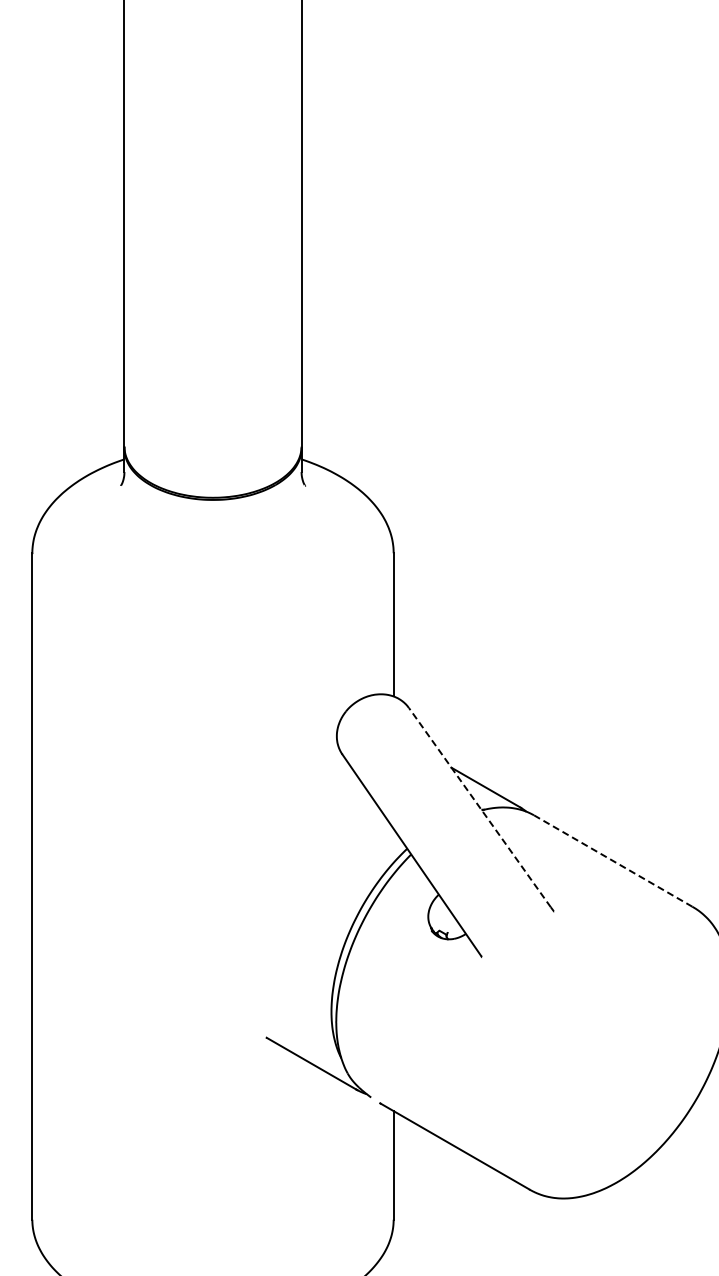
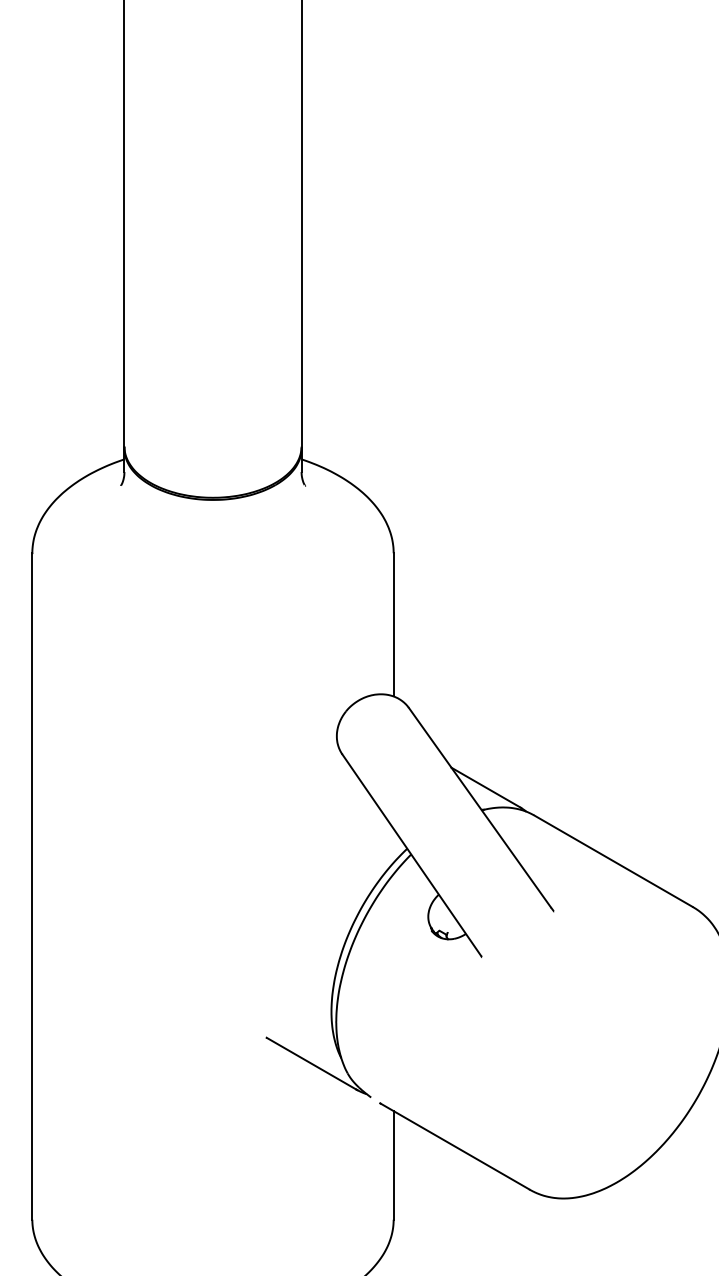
line at (479, 807): dashed -> solid
line at (612, 860): dashed -> solid
